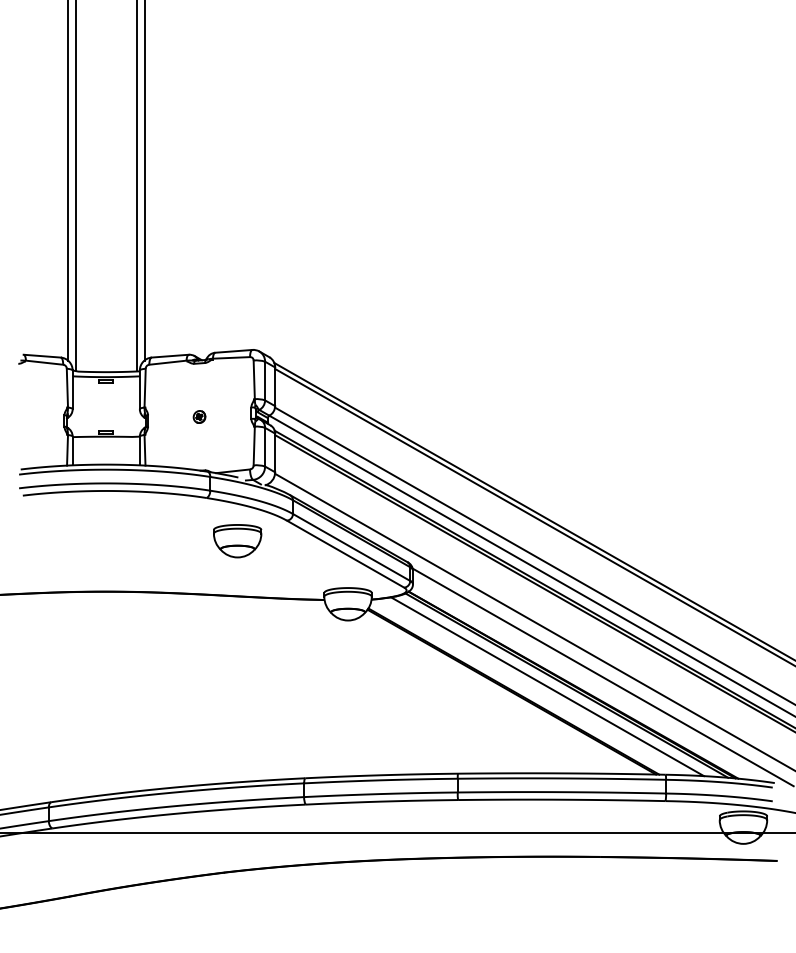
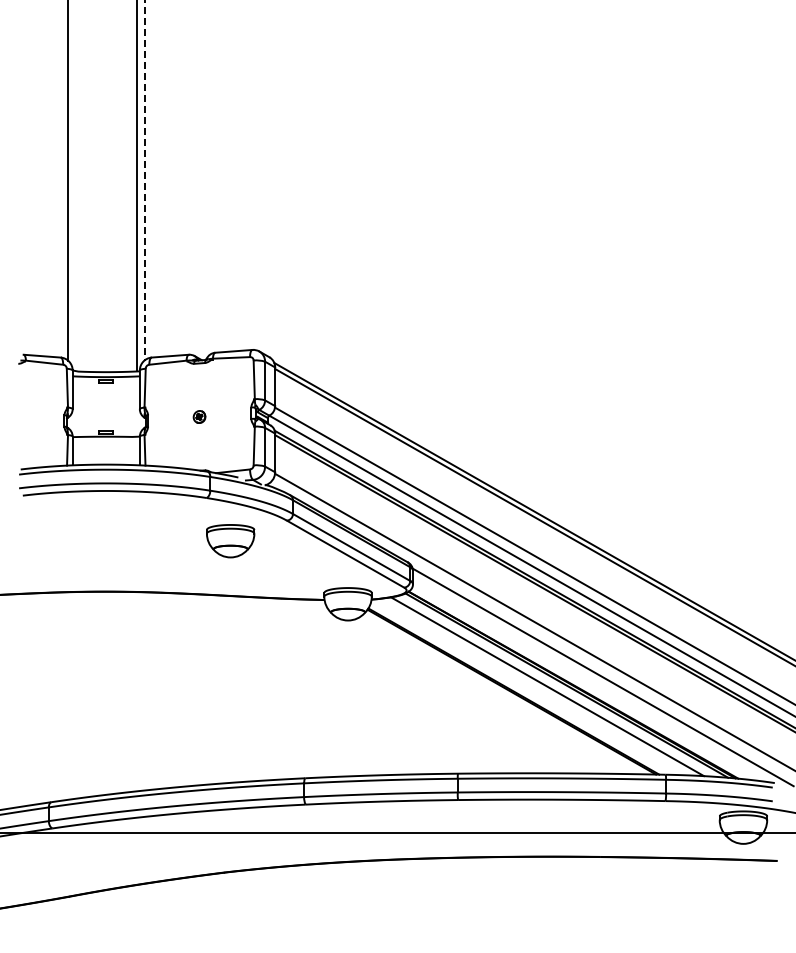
line at (144, 180): solid -> dashed
line at (75, 186): present -> none
part at (237, 541) position: (237, 541) -> (230, 541)
